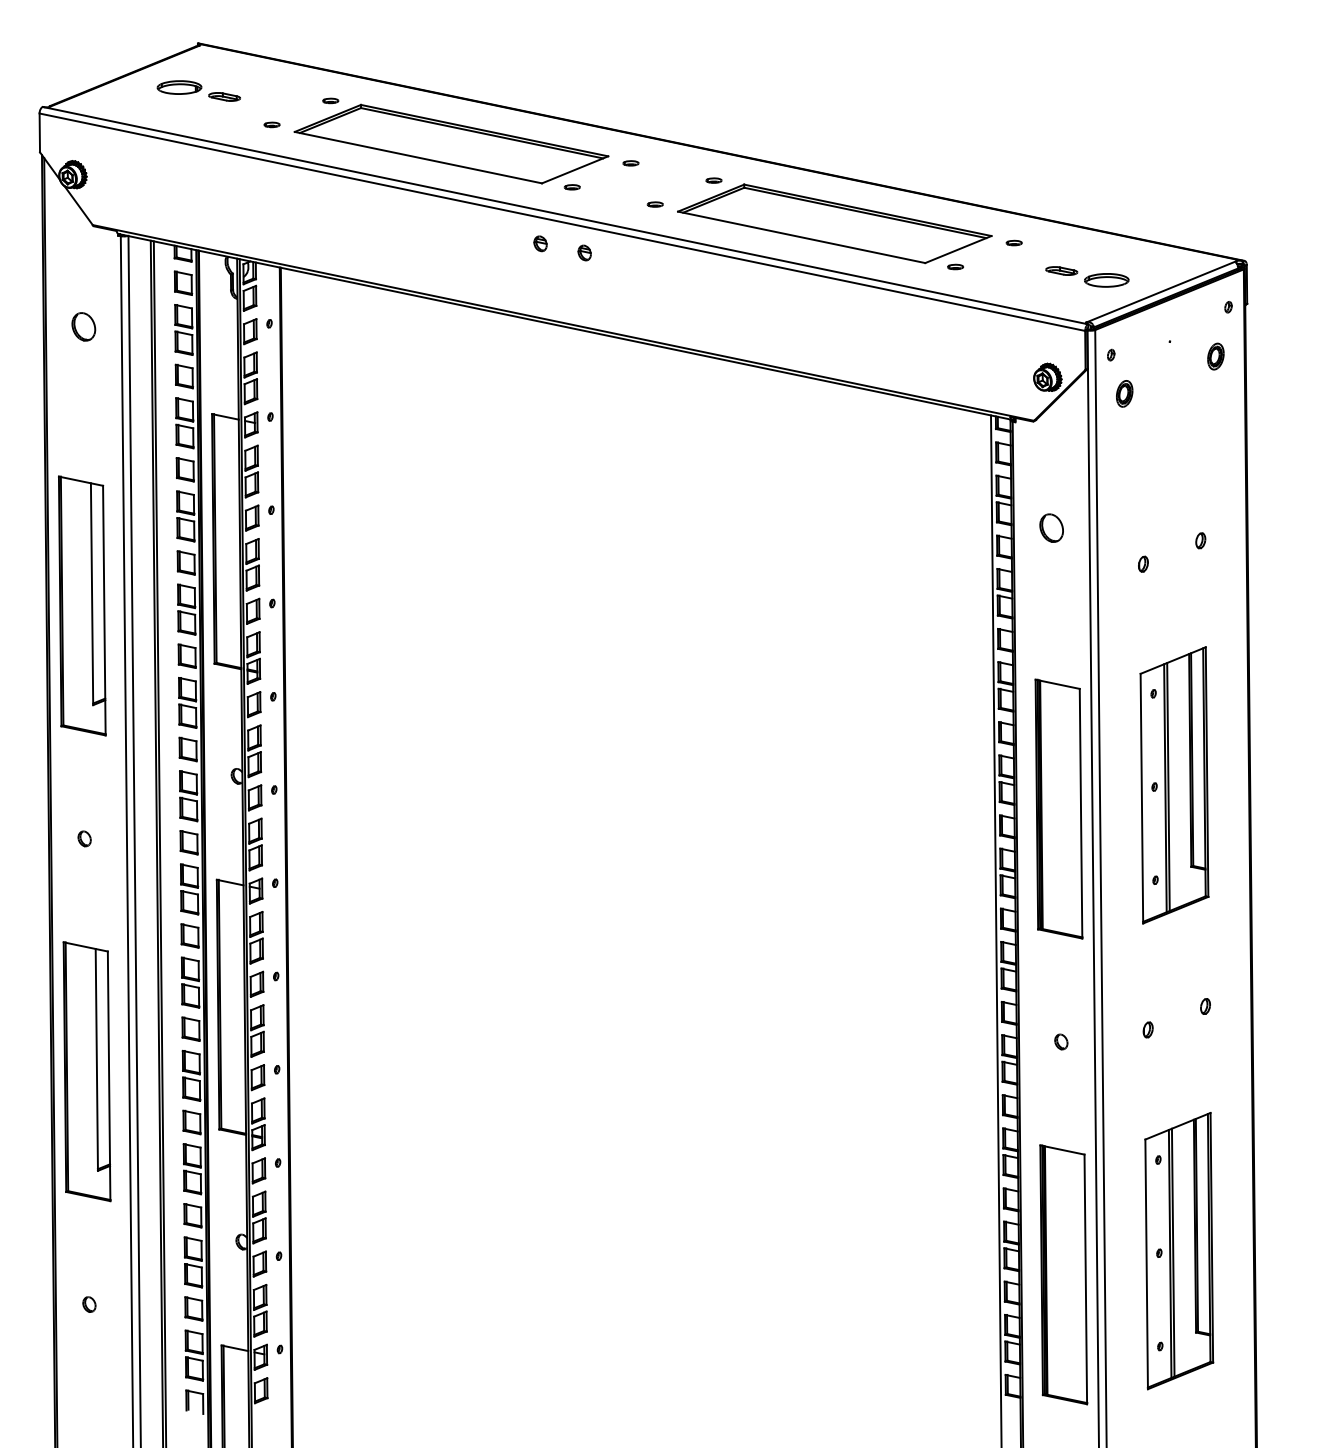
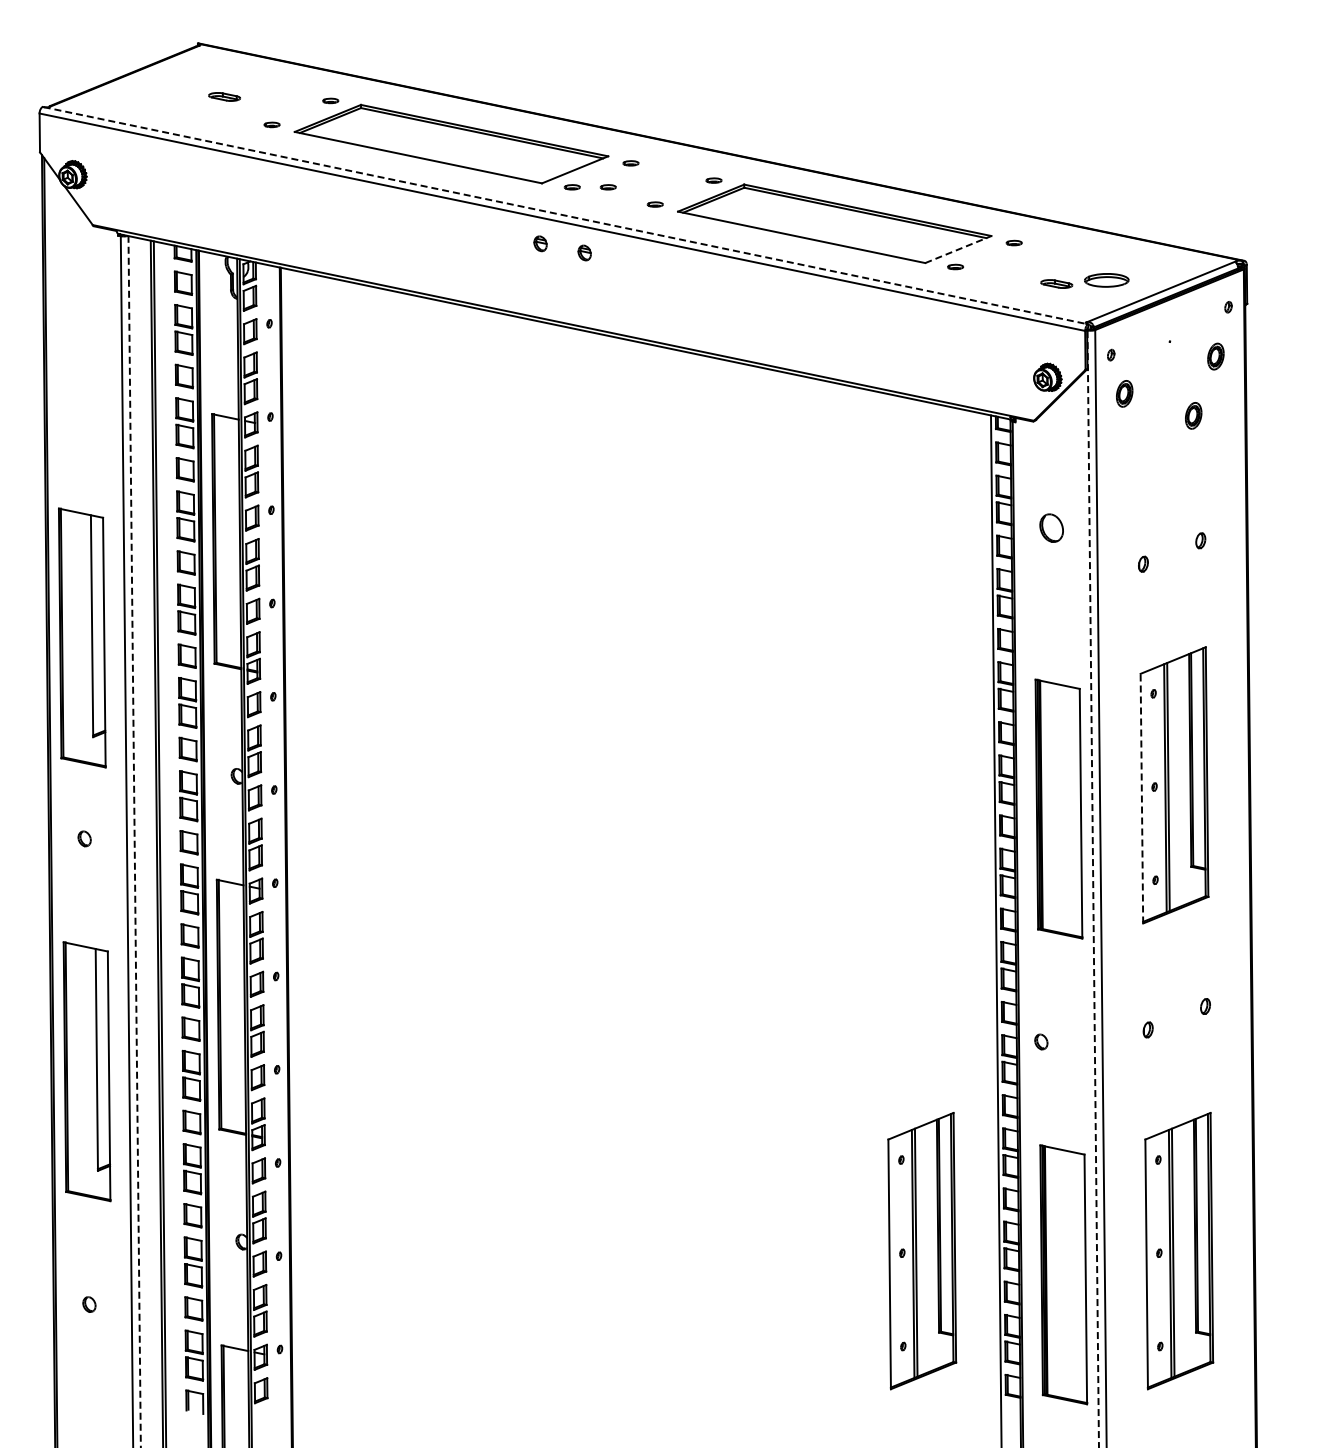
part at (179, 87): present -> none
part at (607, 187): none -> present
line at (566, 215): solid -> dashed
line at (958, 249): solid -> dashed
part at (1061, 270) position: (1061, 270) -> (1056, 283)
part at (83, 326): present -> none
part at (1193, 415): none -> present
part at (82, 605) position: (82, 605) -> (82, 637)
line at (1141, 798): solid -> dashed
line at (134, 841): solid -> dashed
line at (1093, 888): solid -> dashed
part at (1061, 1041) position: (1061, 1041) -> (1041, 1041)
part at (922, 1251): none -> present
